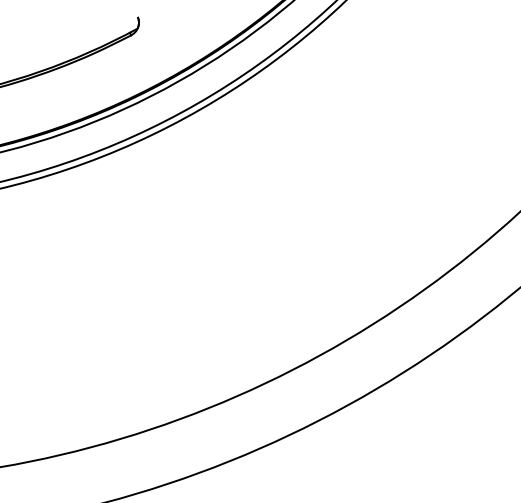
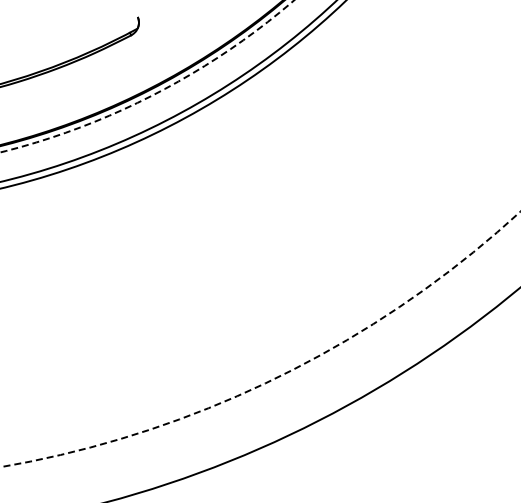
arc at (155, 93): solid -> dashed
arc at (277, 377): solid -> dashed
